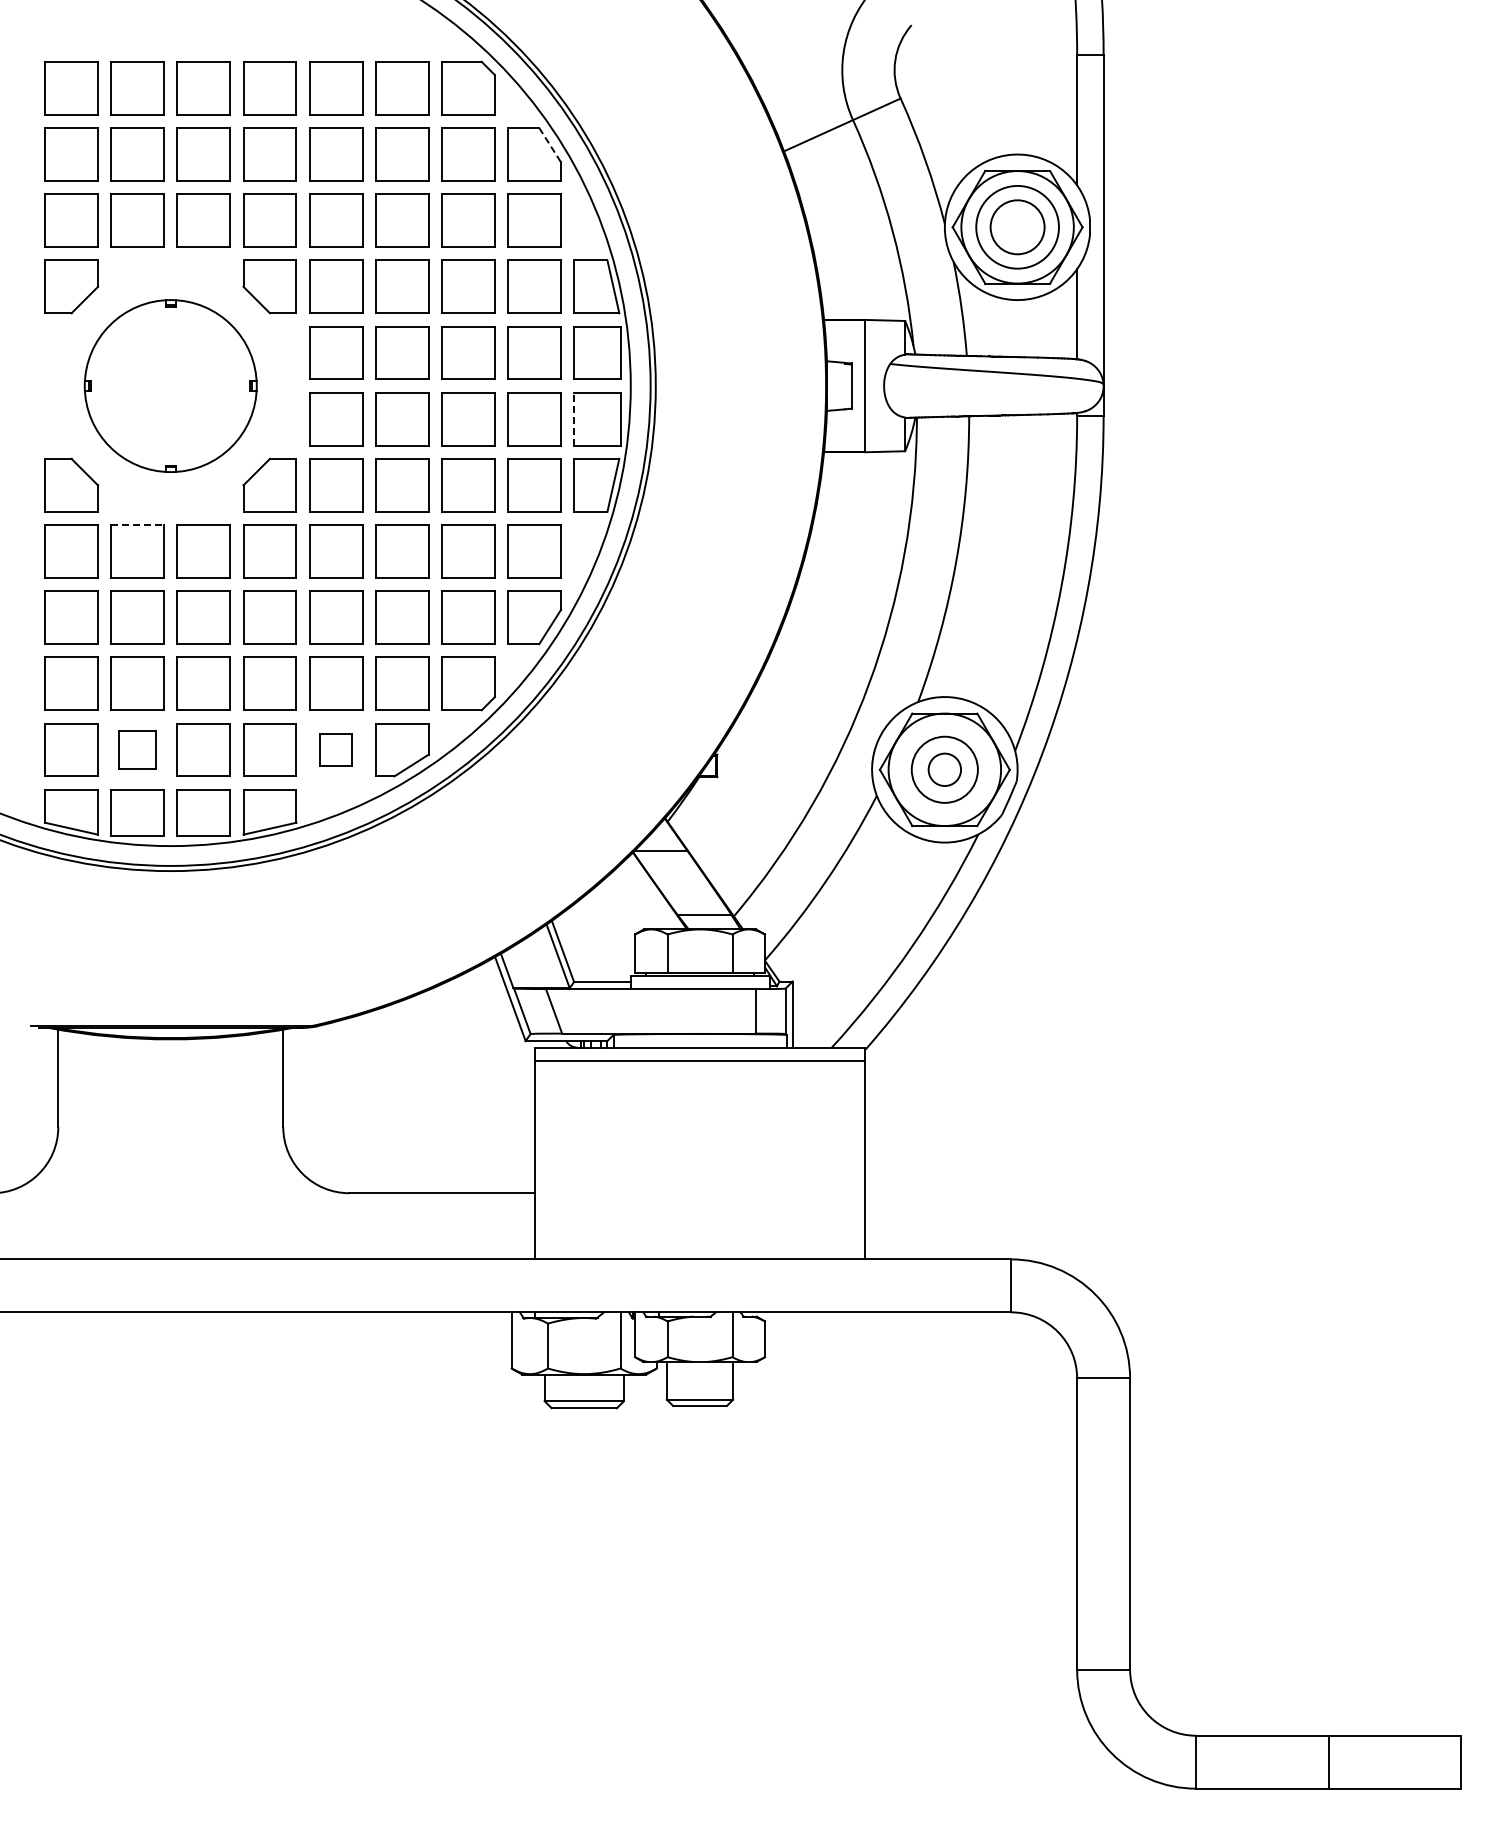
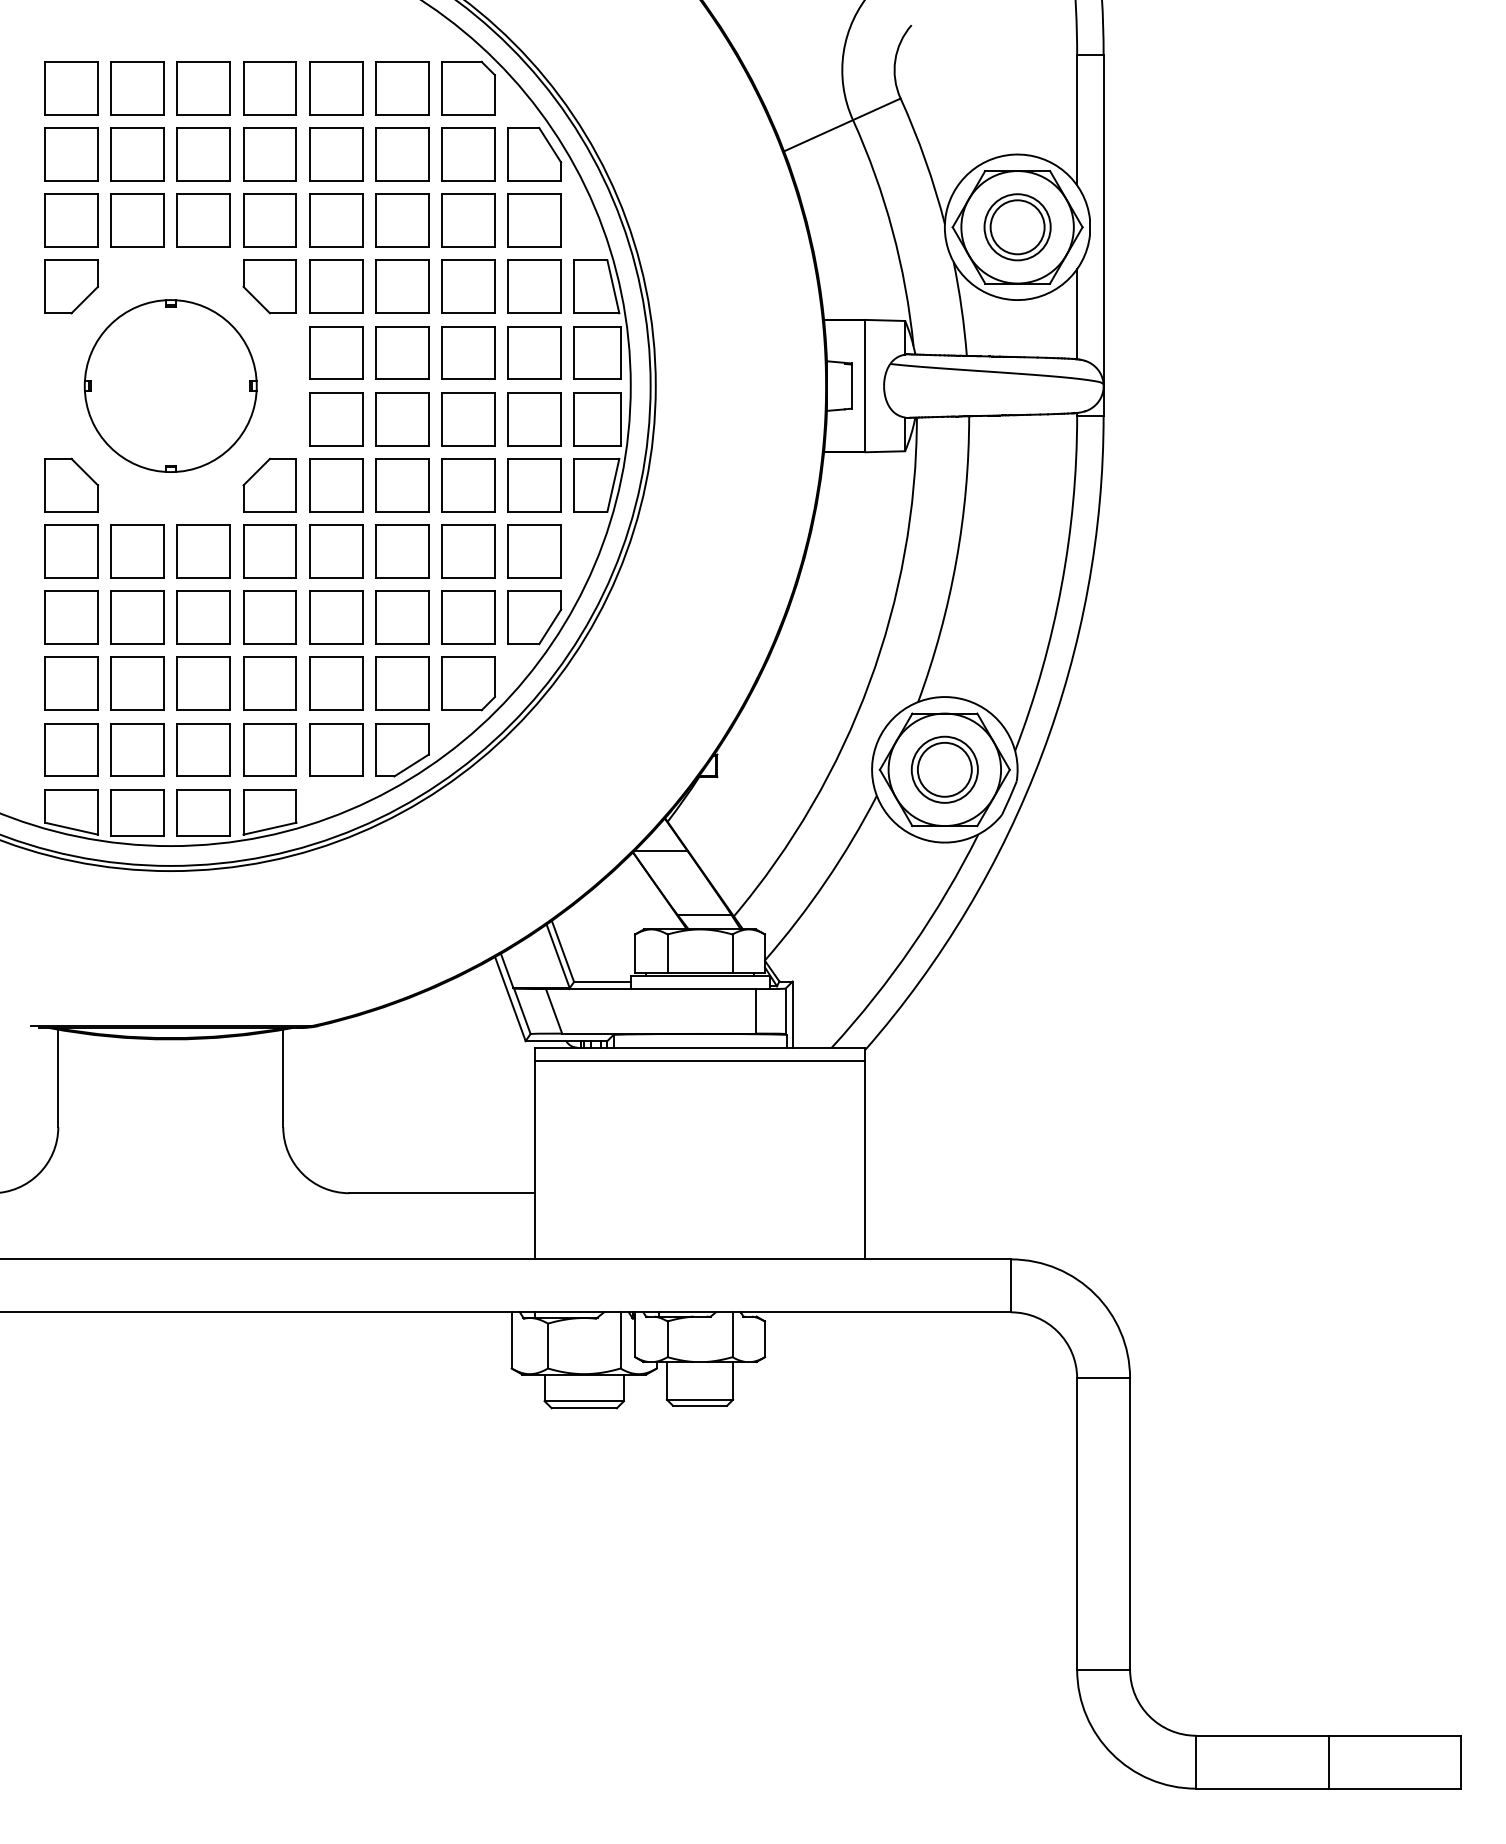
line at (550, 145): dashed -> solid
circle at (1017, 226) diameter: 83 px -> 66 px
line at (574, 418): dashed -> solid
line at (138, 525): dashed -> solid
part at (137, 749) size: 39x40 px -> 55x54 px
part at (335, 749) size: 34x34 px -> 55x54 px
circle at (944, 769) diameter: 32 px -> 54 px
